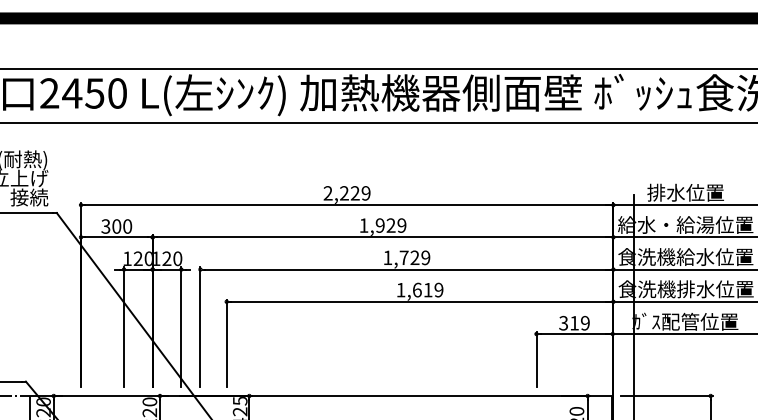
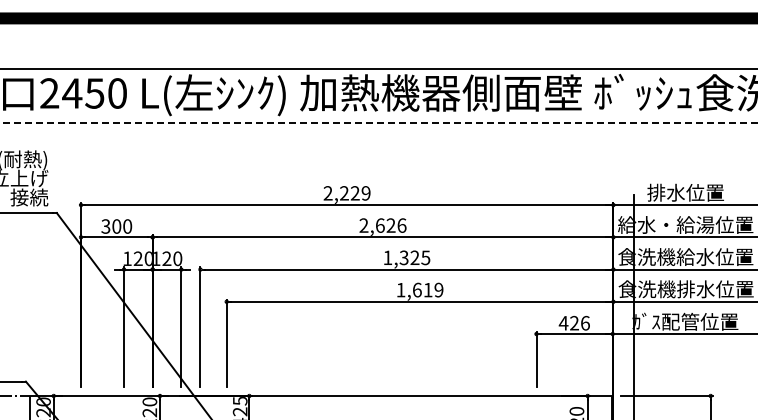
line at (379, 122): solid -> dashed
text at (382, 225): 1,929 -> 2,626
text at (414, 257): 1,729 -> 1,325
text at (573, 322): 319 -> 426
